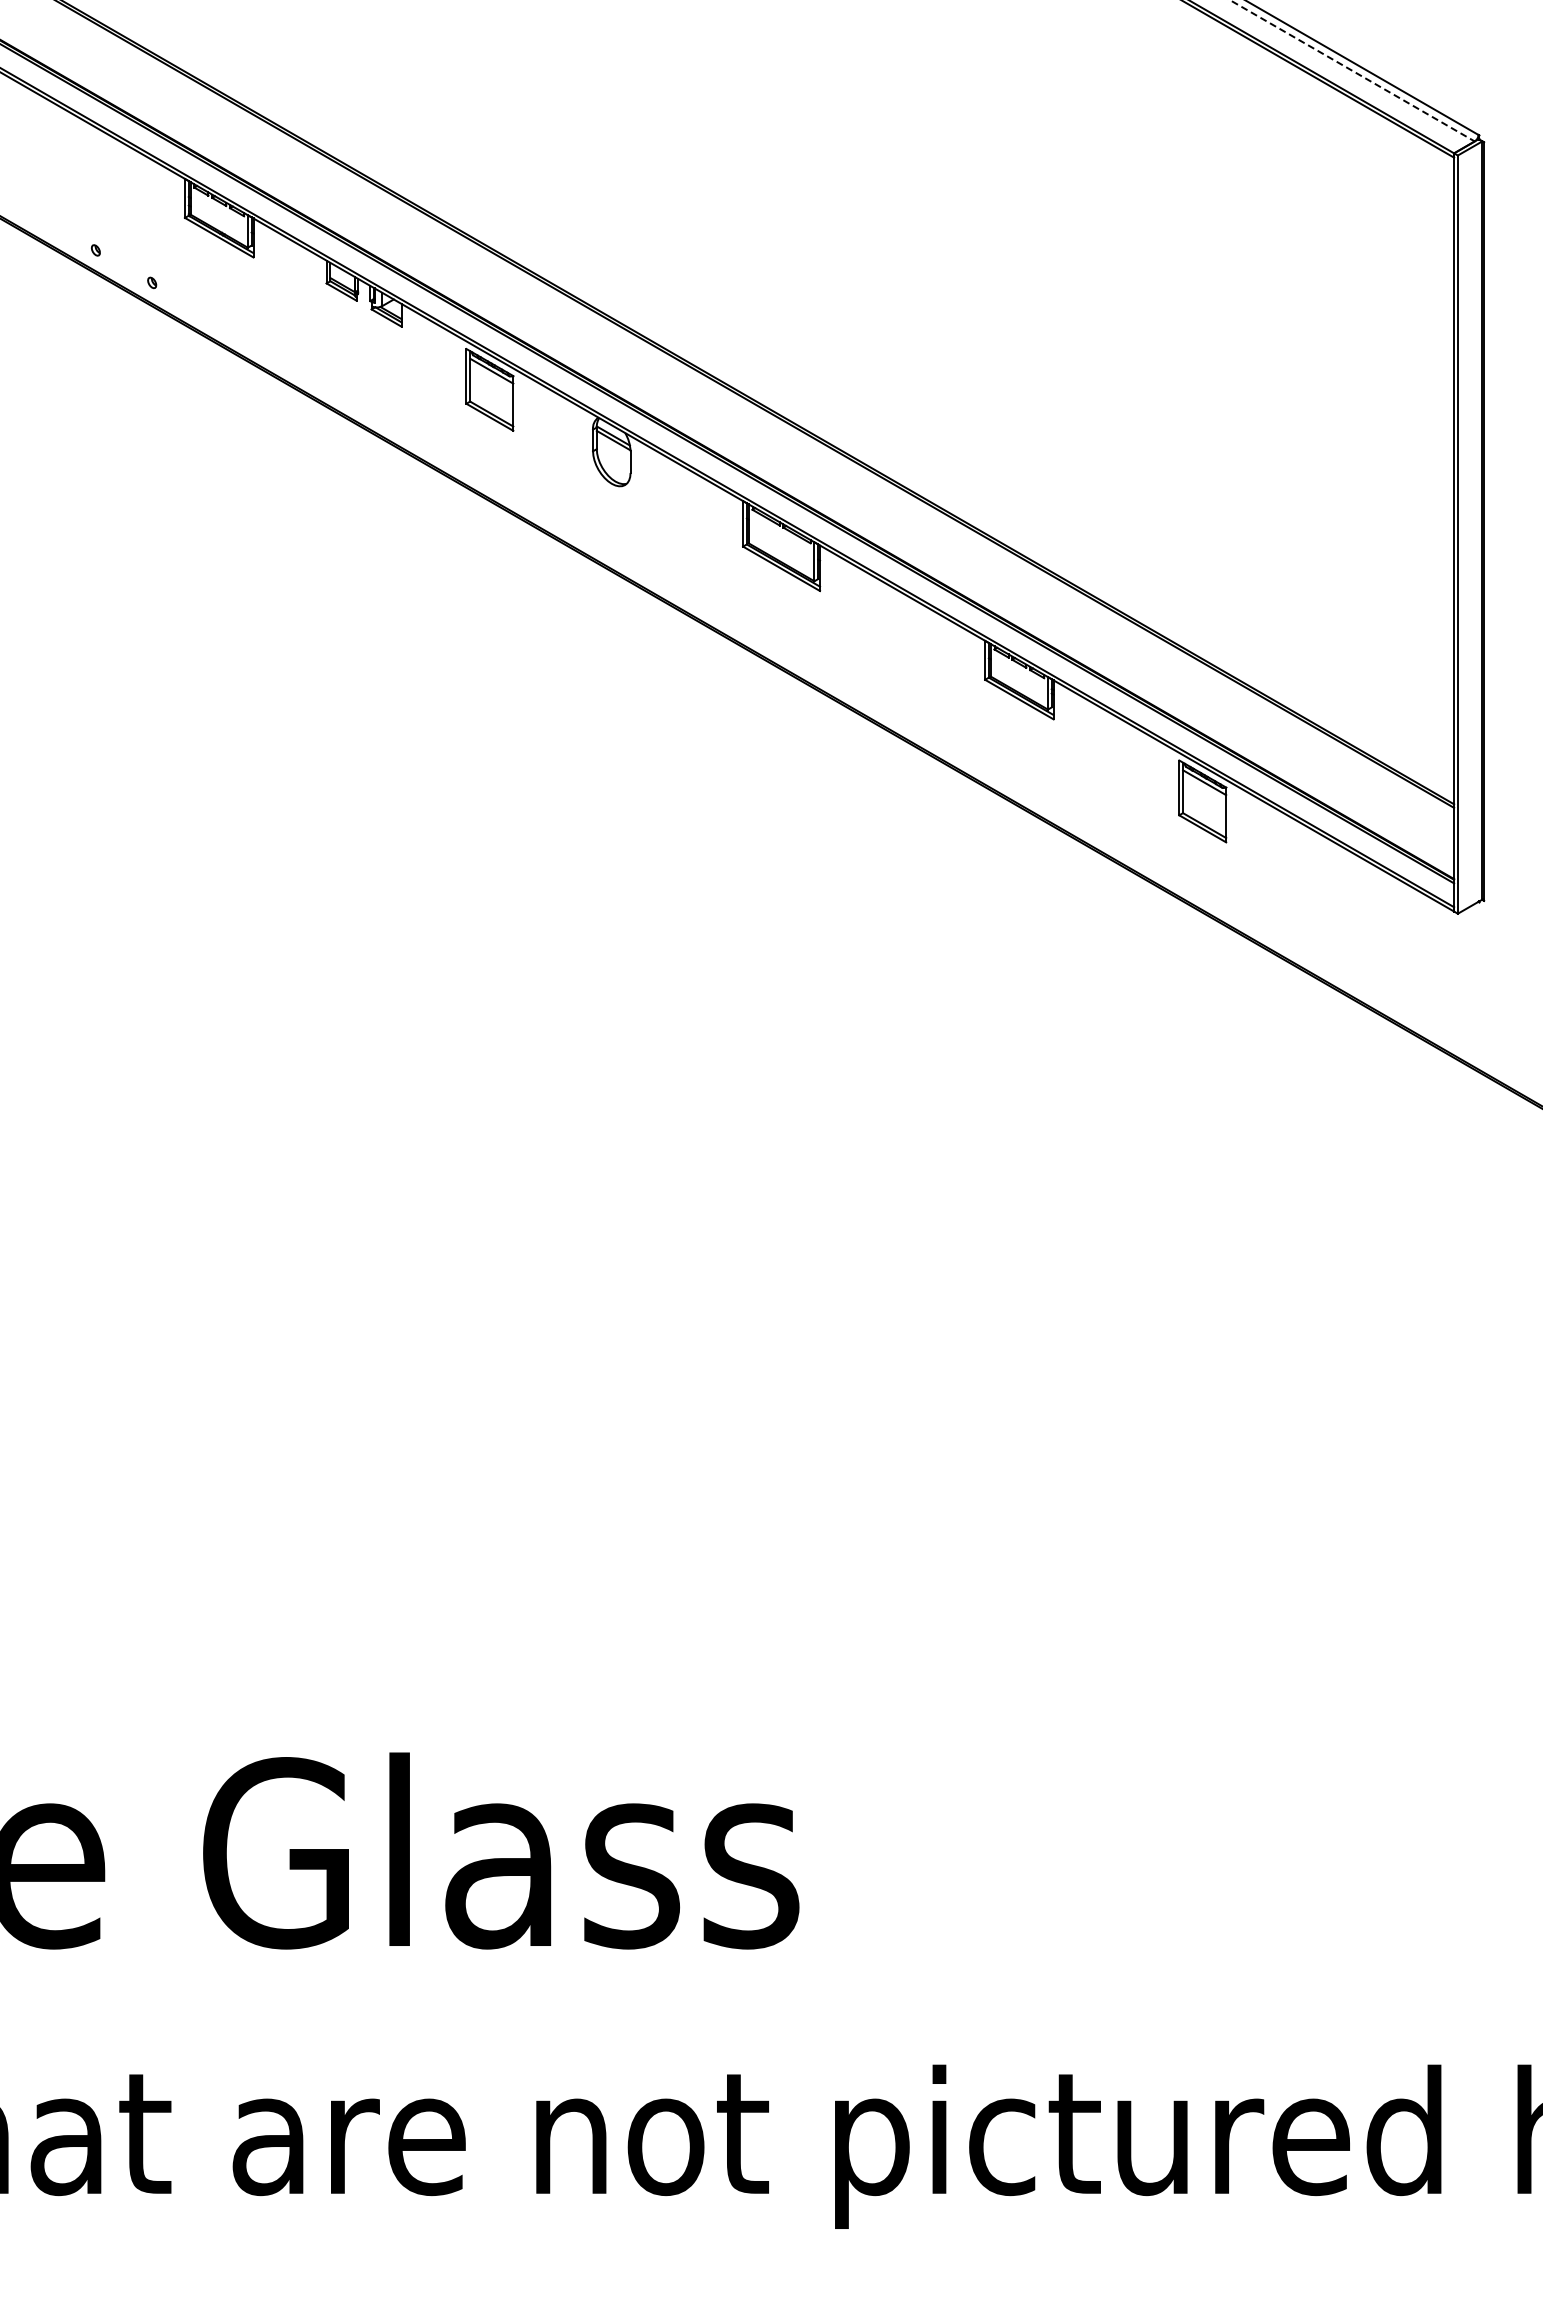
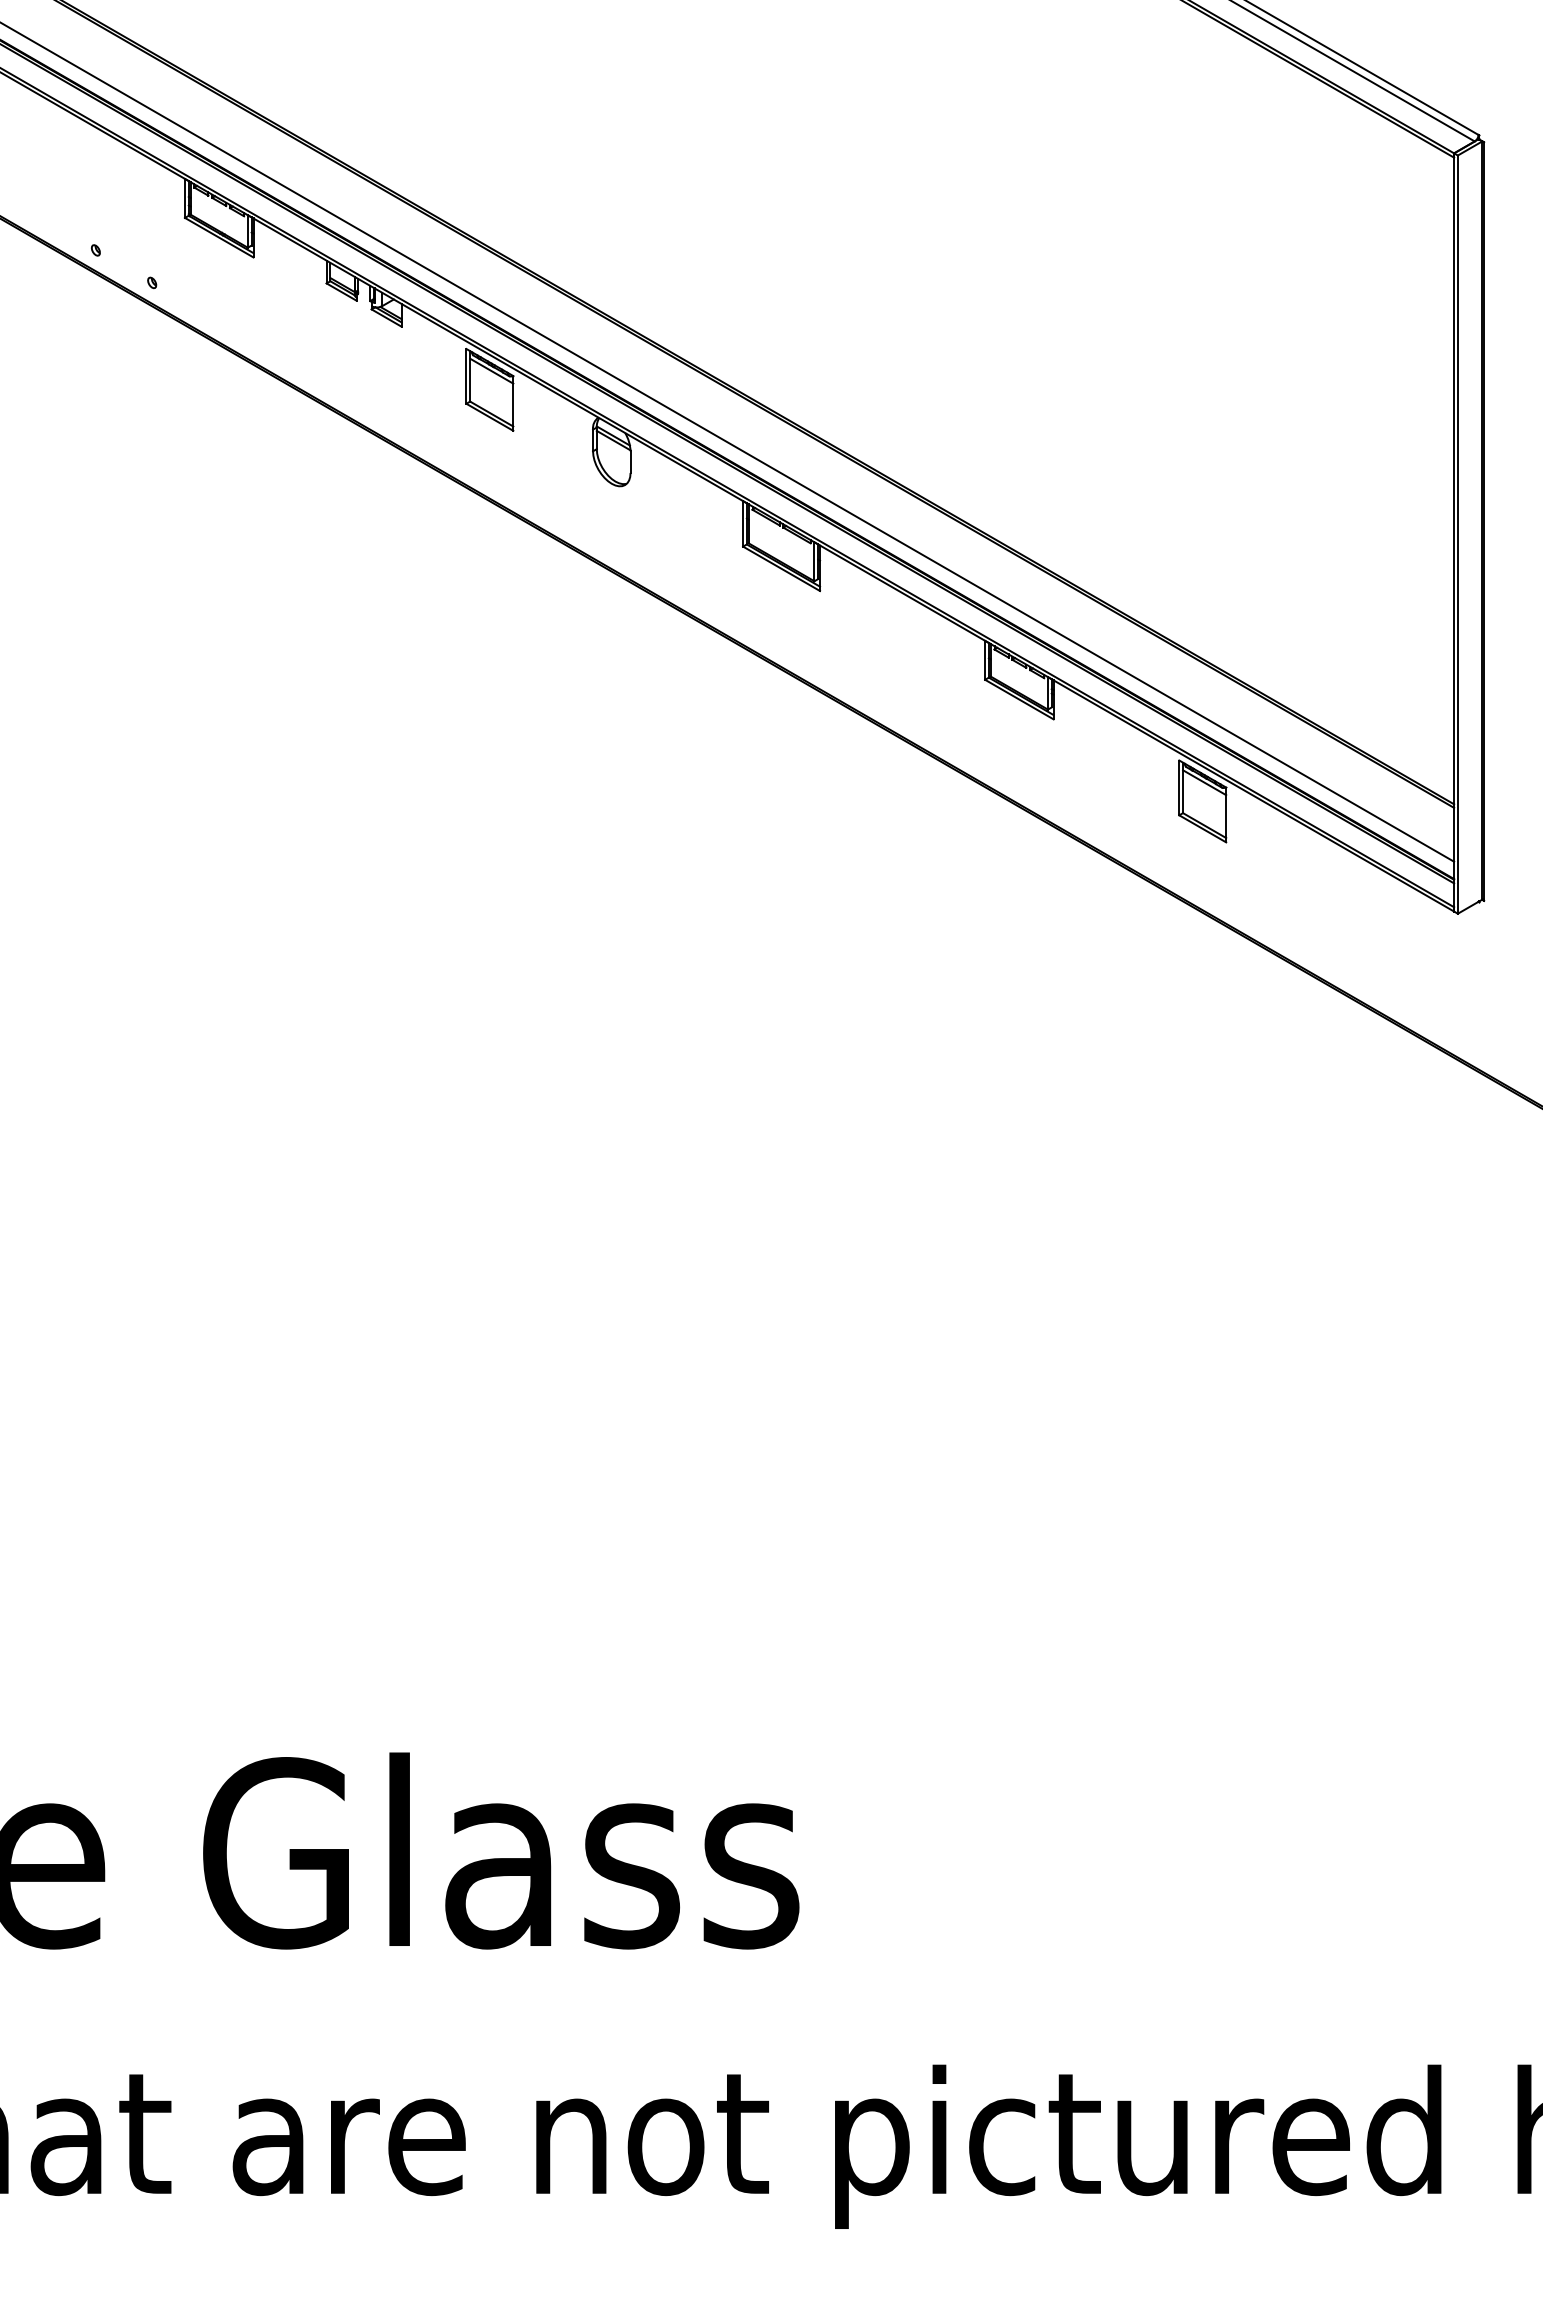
line at (1352, 70): dashed -> solid
line at (728, 442): none -> present
